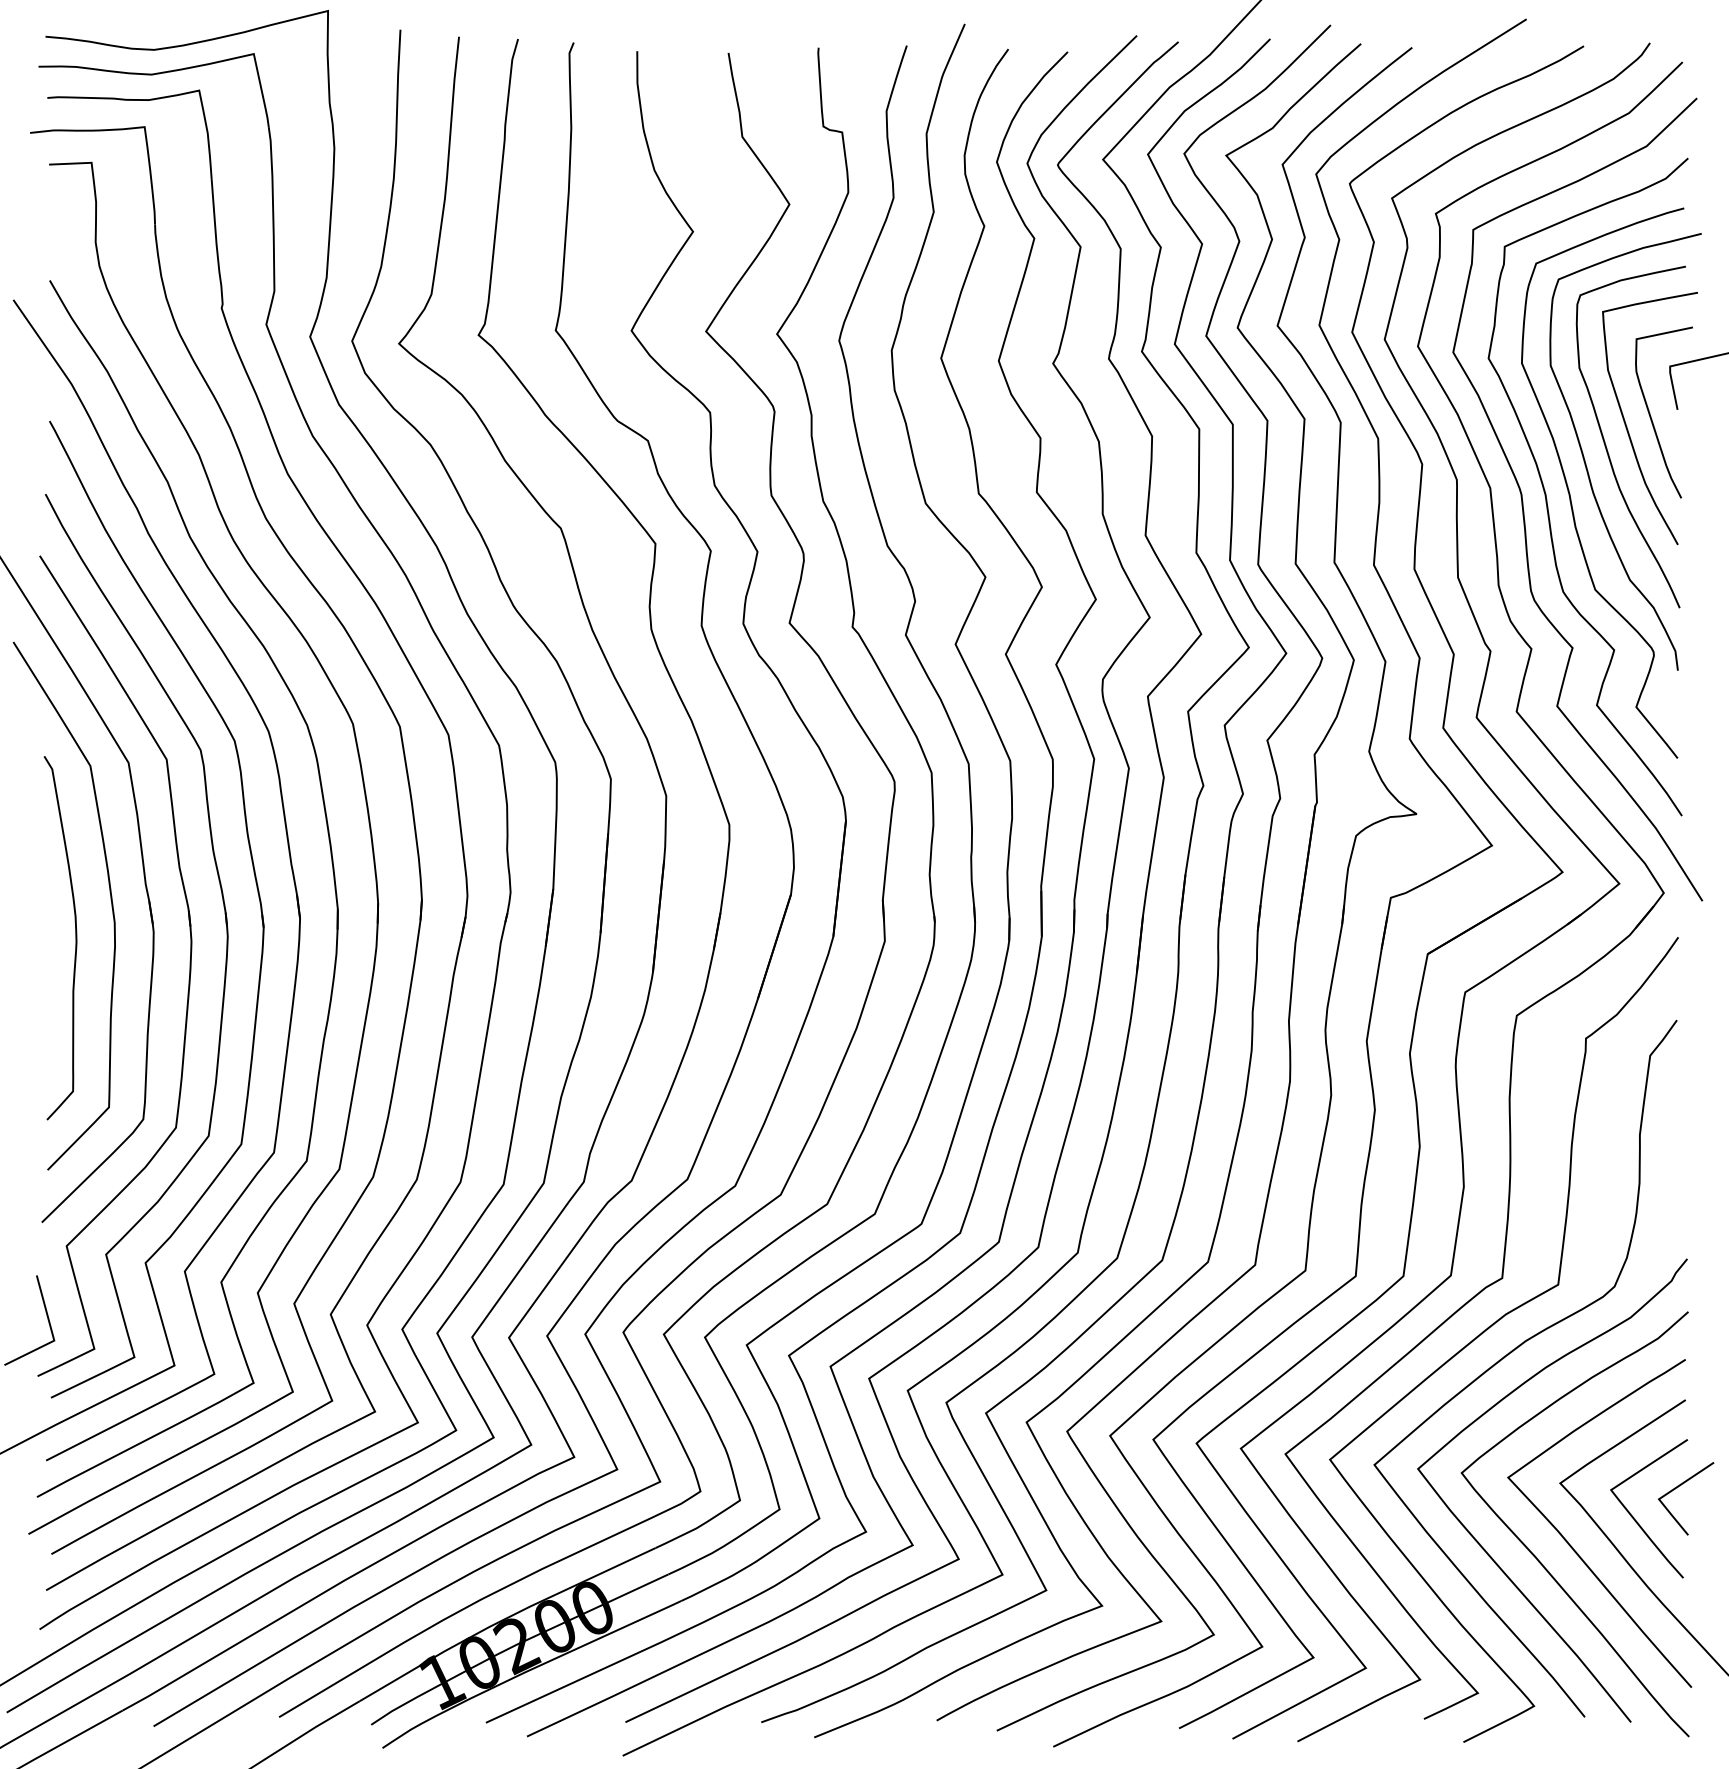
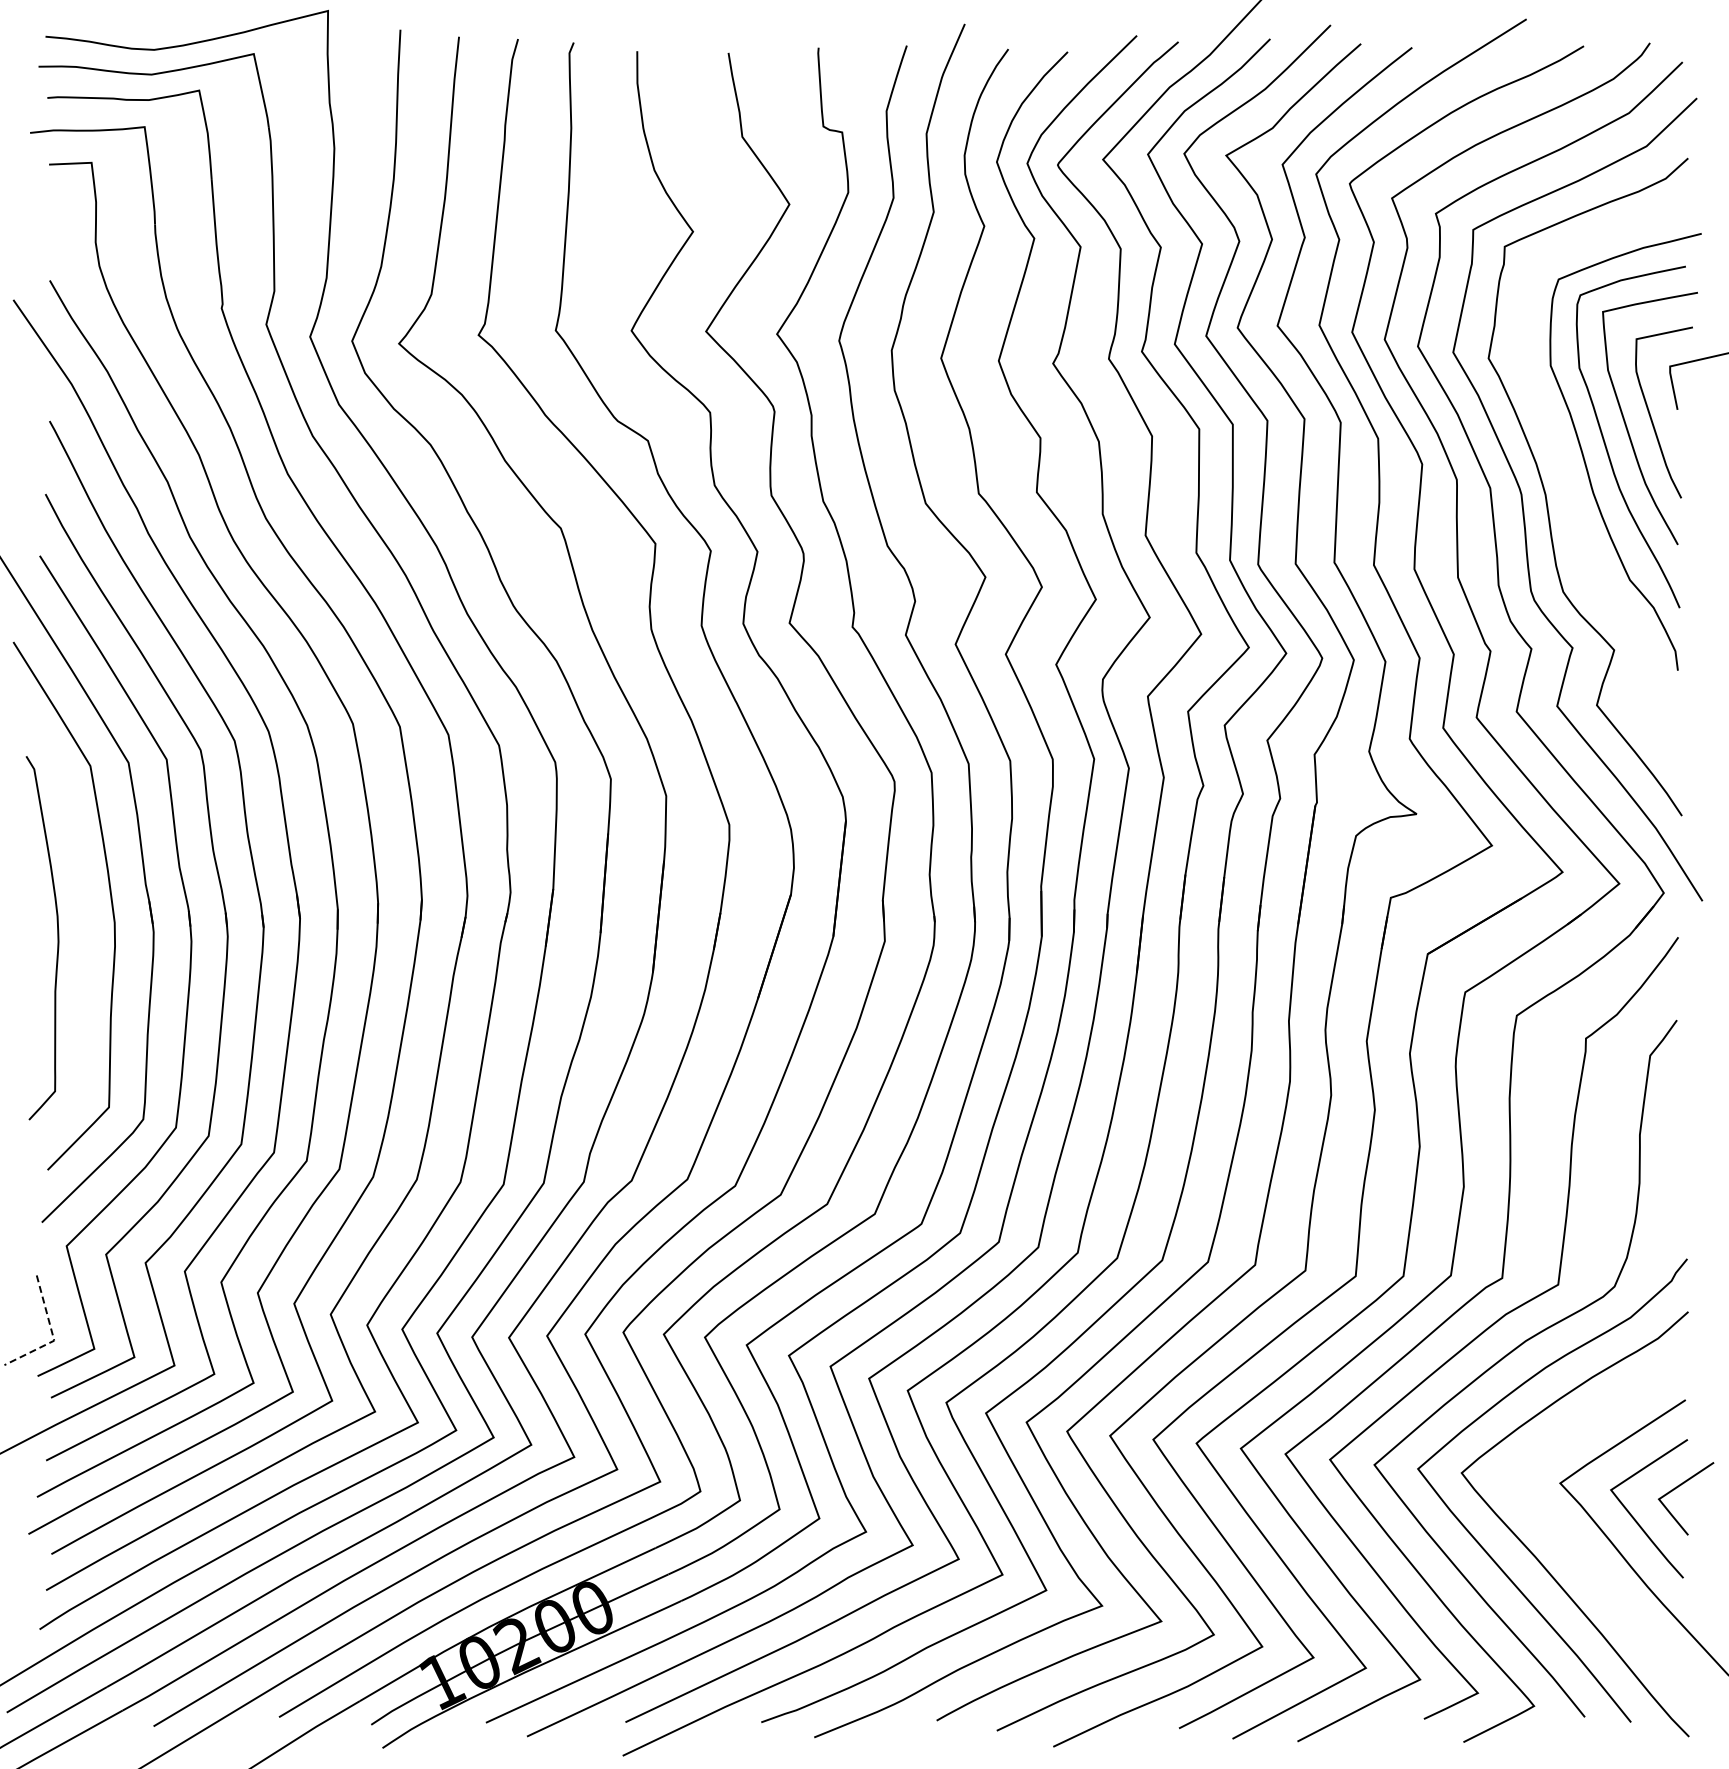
curve at (1569, 489): present -> none
curve at (75, 938) position: (75, 938) -> (57, 938)
line at (53, 1335): solid -> dashed
curve at (1573, 1547): present -> none
